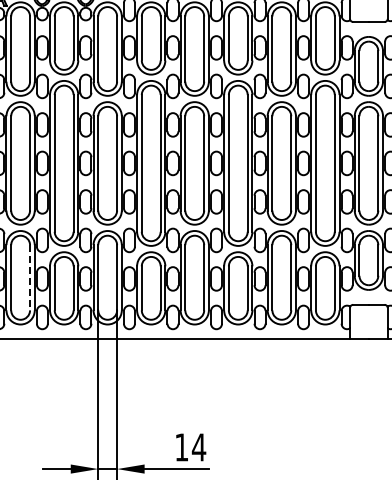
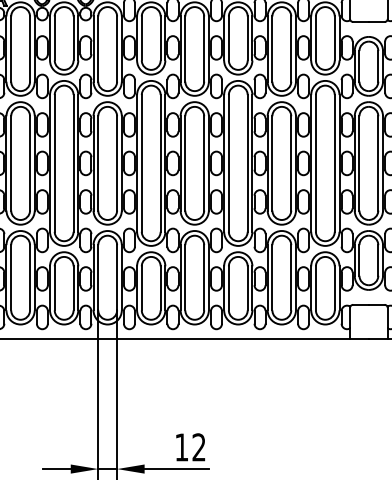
line at (30, 277): dashed -> solid
text at (198, 447): 14 -> 12
